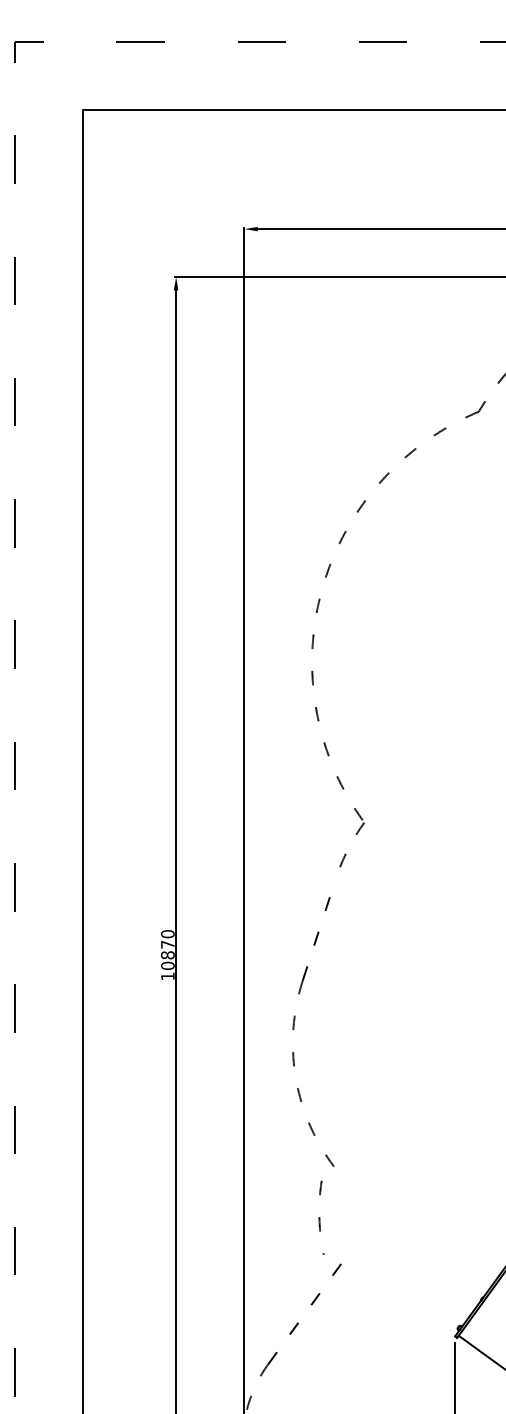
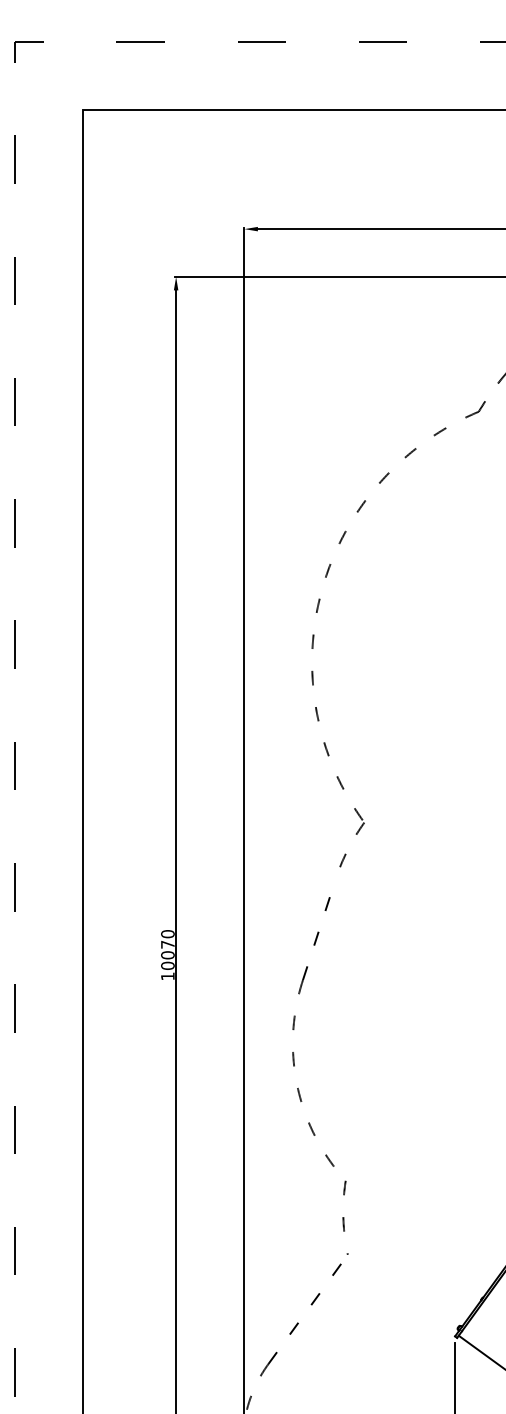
text at (167, 955): 10870 -> 10070
arc at (320, 1217) position: (320, 1217) -> (344, 1217)
